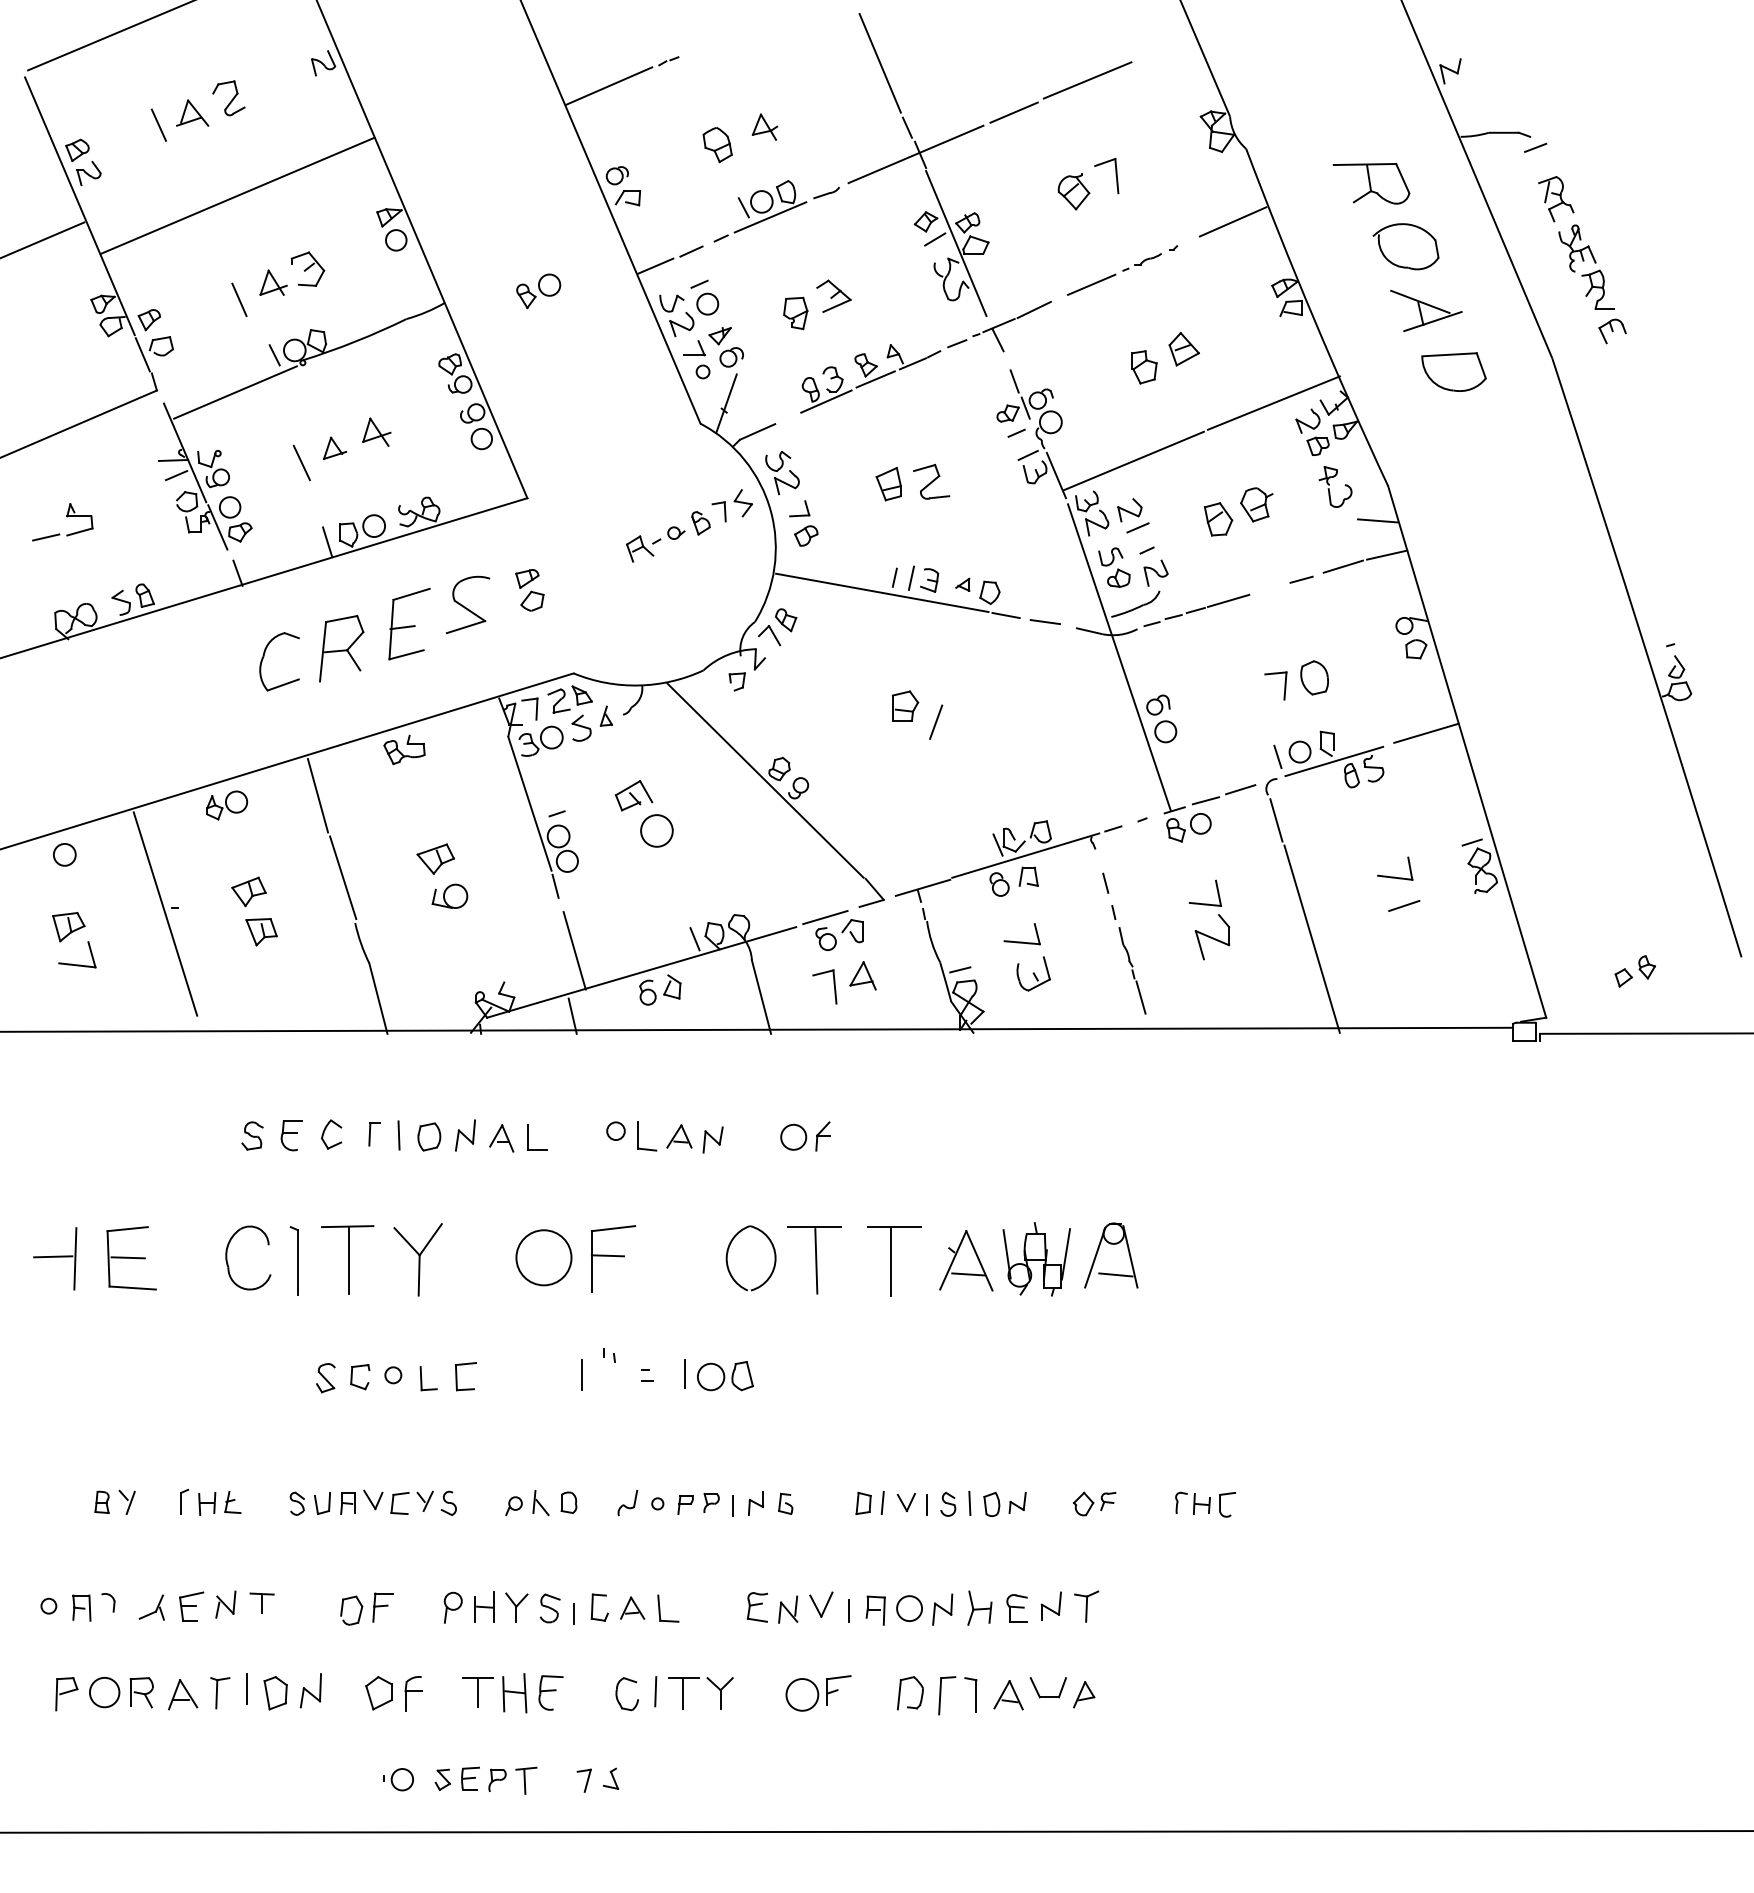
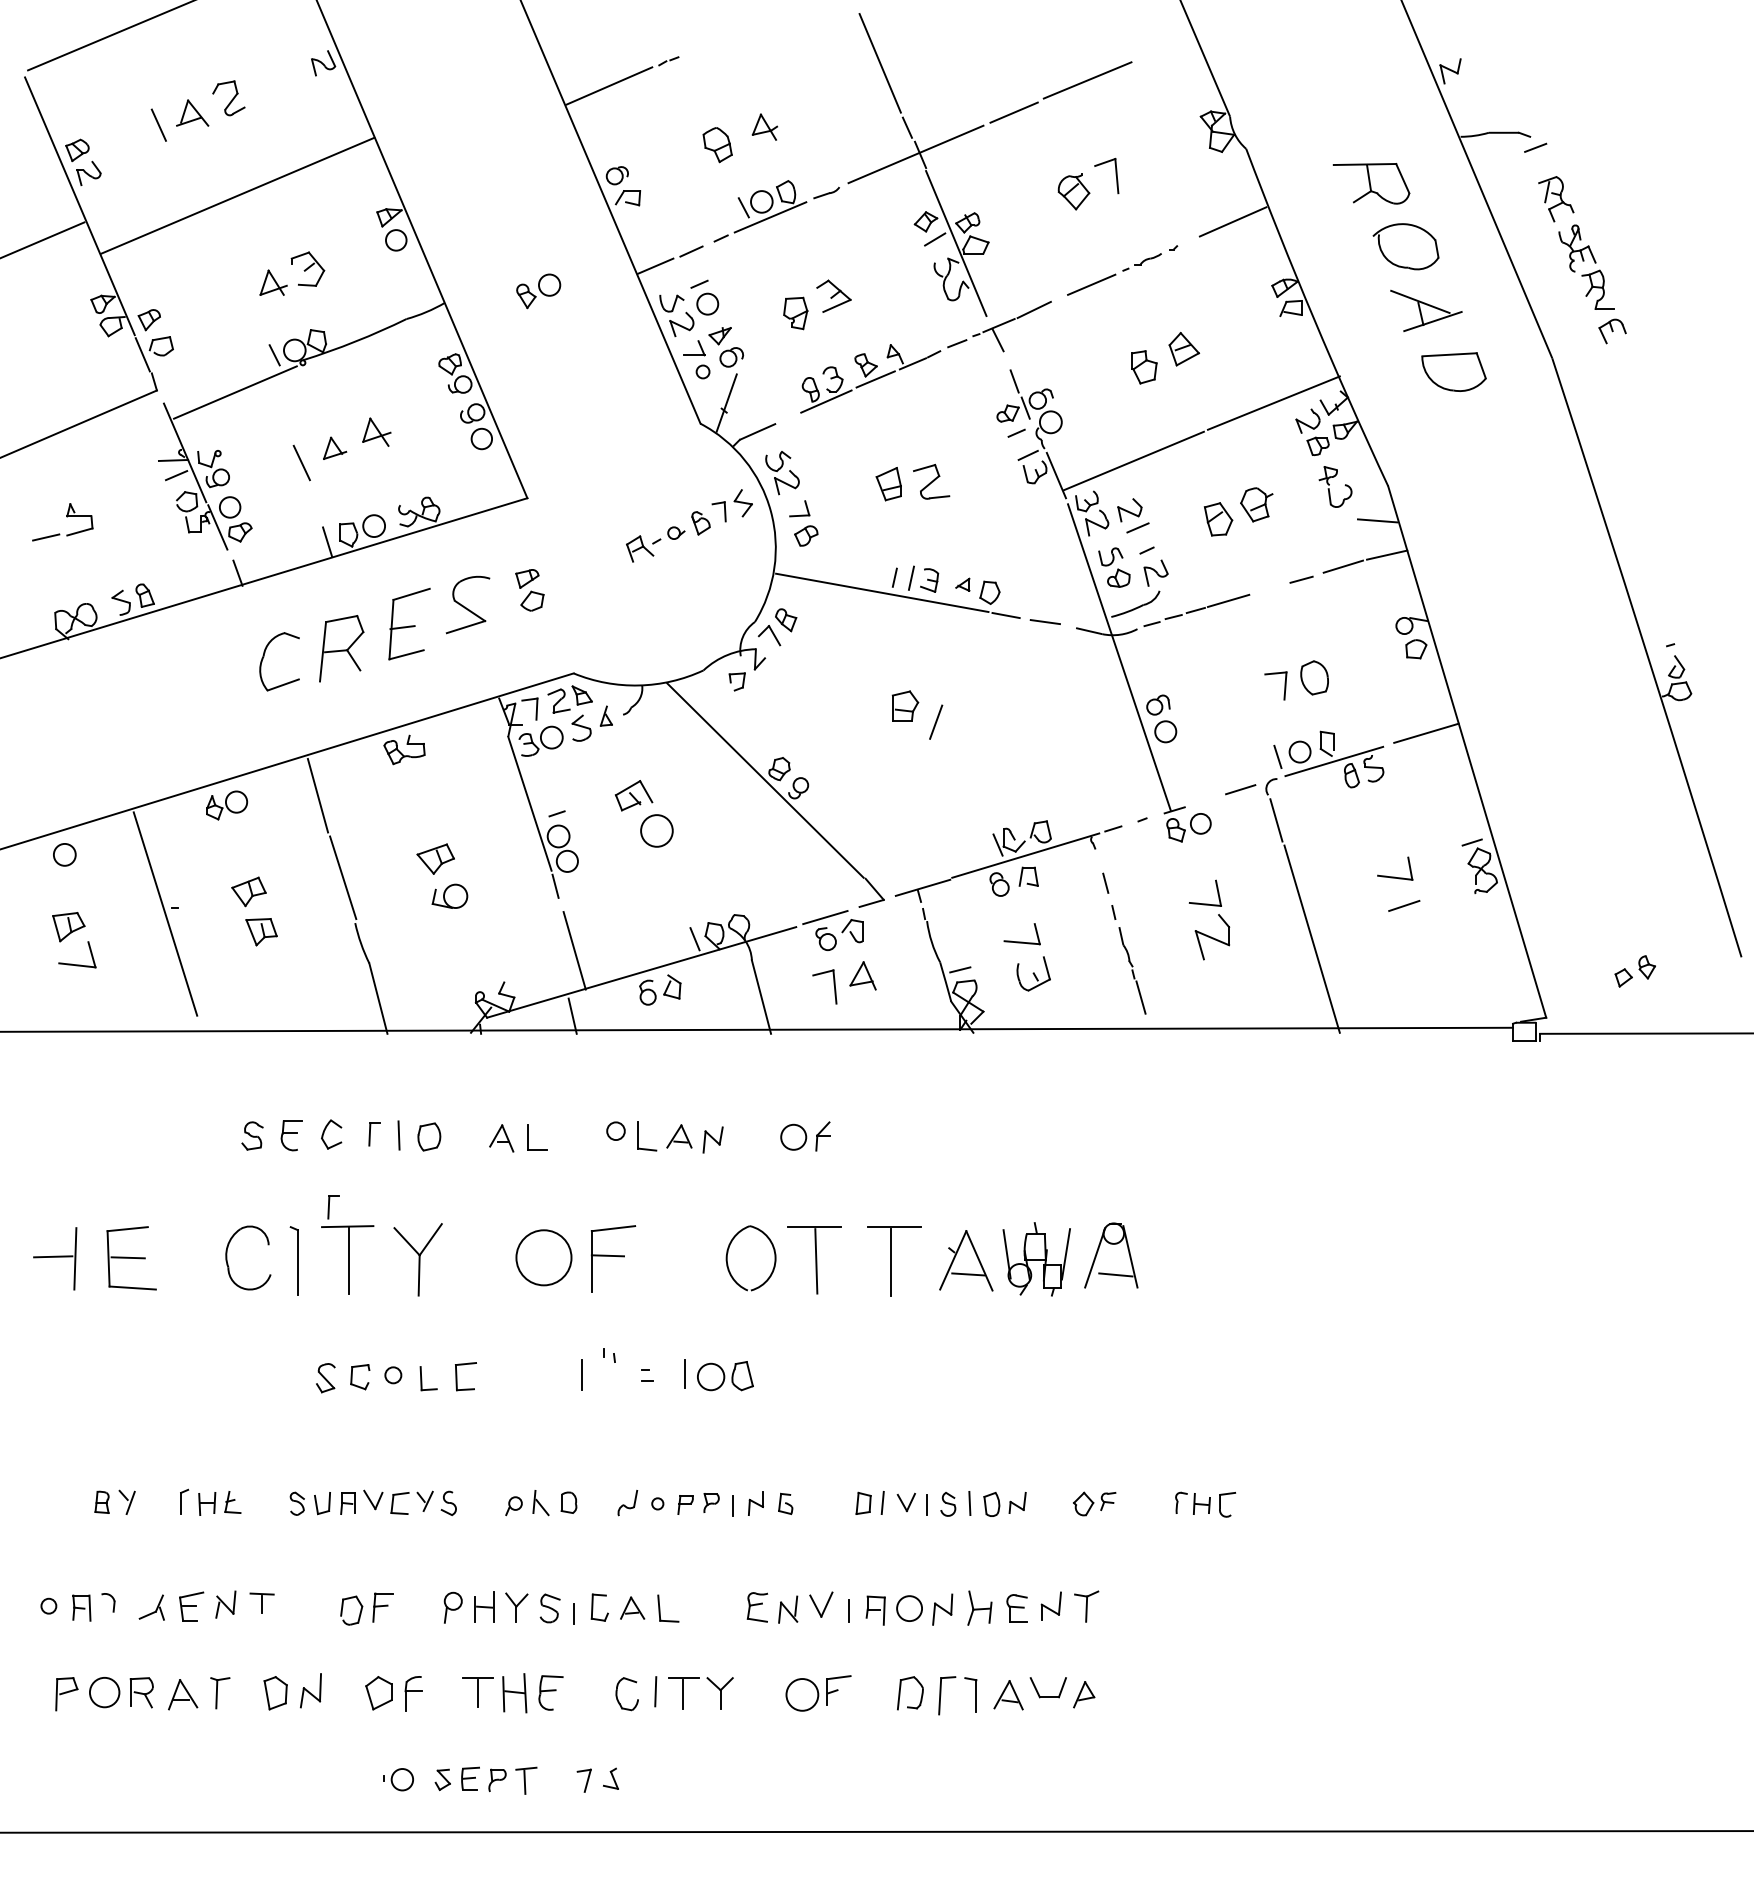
line at (239, 299): present -> none
line at (1205, 800): present -> none
part at (465, 1135): present -> none
part at (333, 1207): none -> present
line at (246, 1689): present -> none
